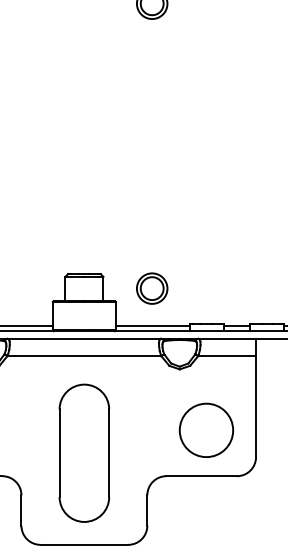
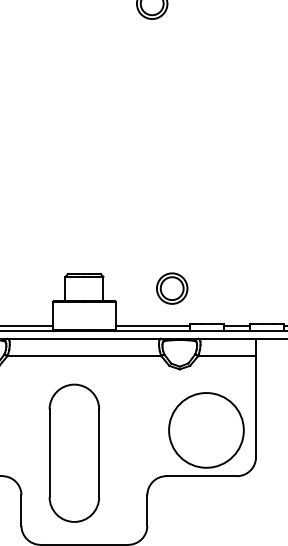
part at (152, 288) position: (152, 288) -> (172, 288)
circle at (206, 430) diameter: 53 px -> 75 px
part at (84, 452) position: (84, 452) -> (74, 452)
